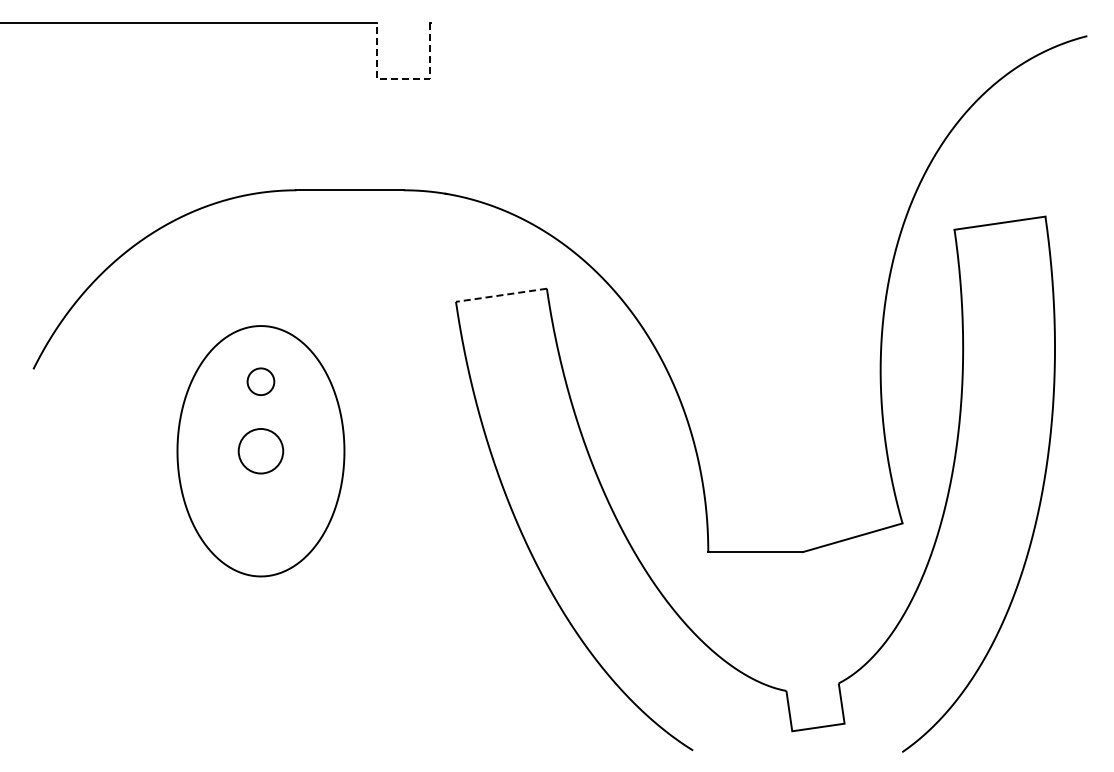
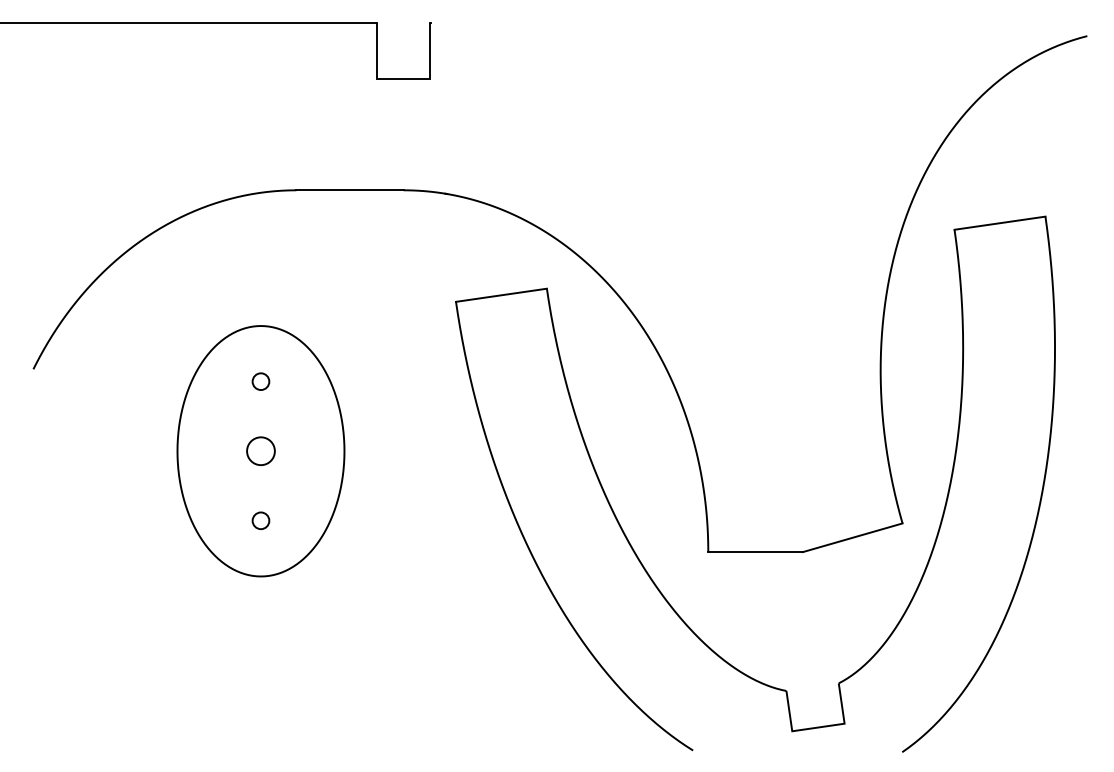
line at (403, 78): dashed -> solid
line at (501, 295): dashed -> solid
circle at (260, 381) size: 30x29 px -> 20x19 px
circle at (260, 450) diameter: 45 px -> 28 px
circle at (260, 520): none -> present
